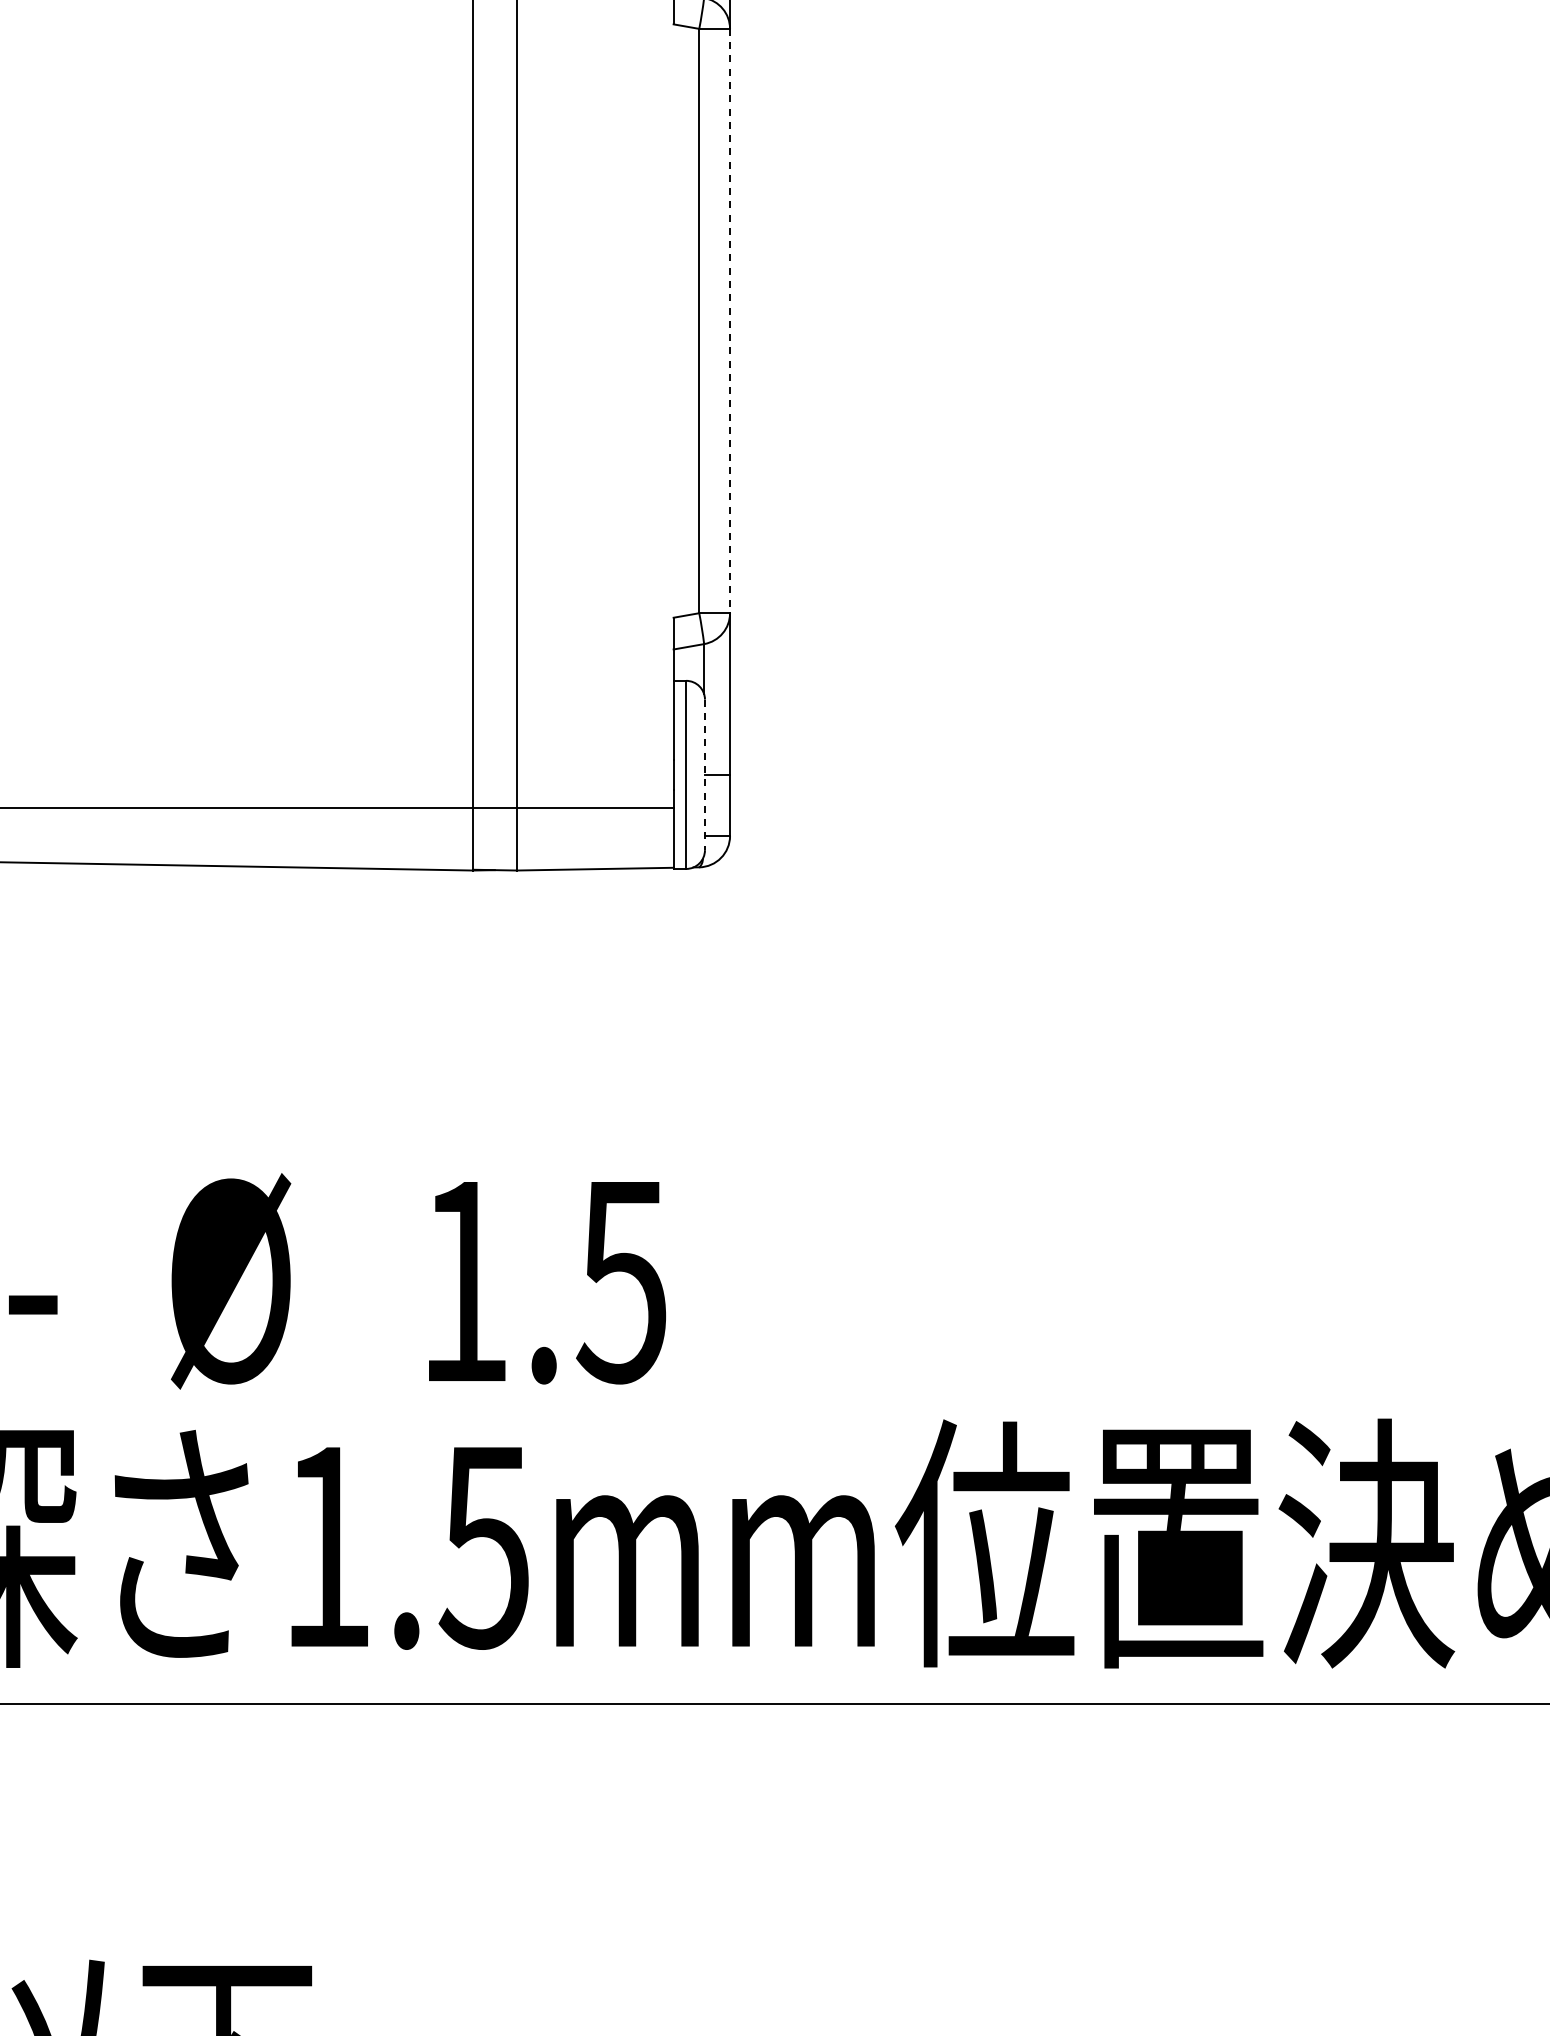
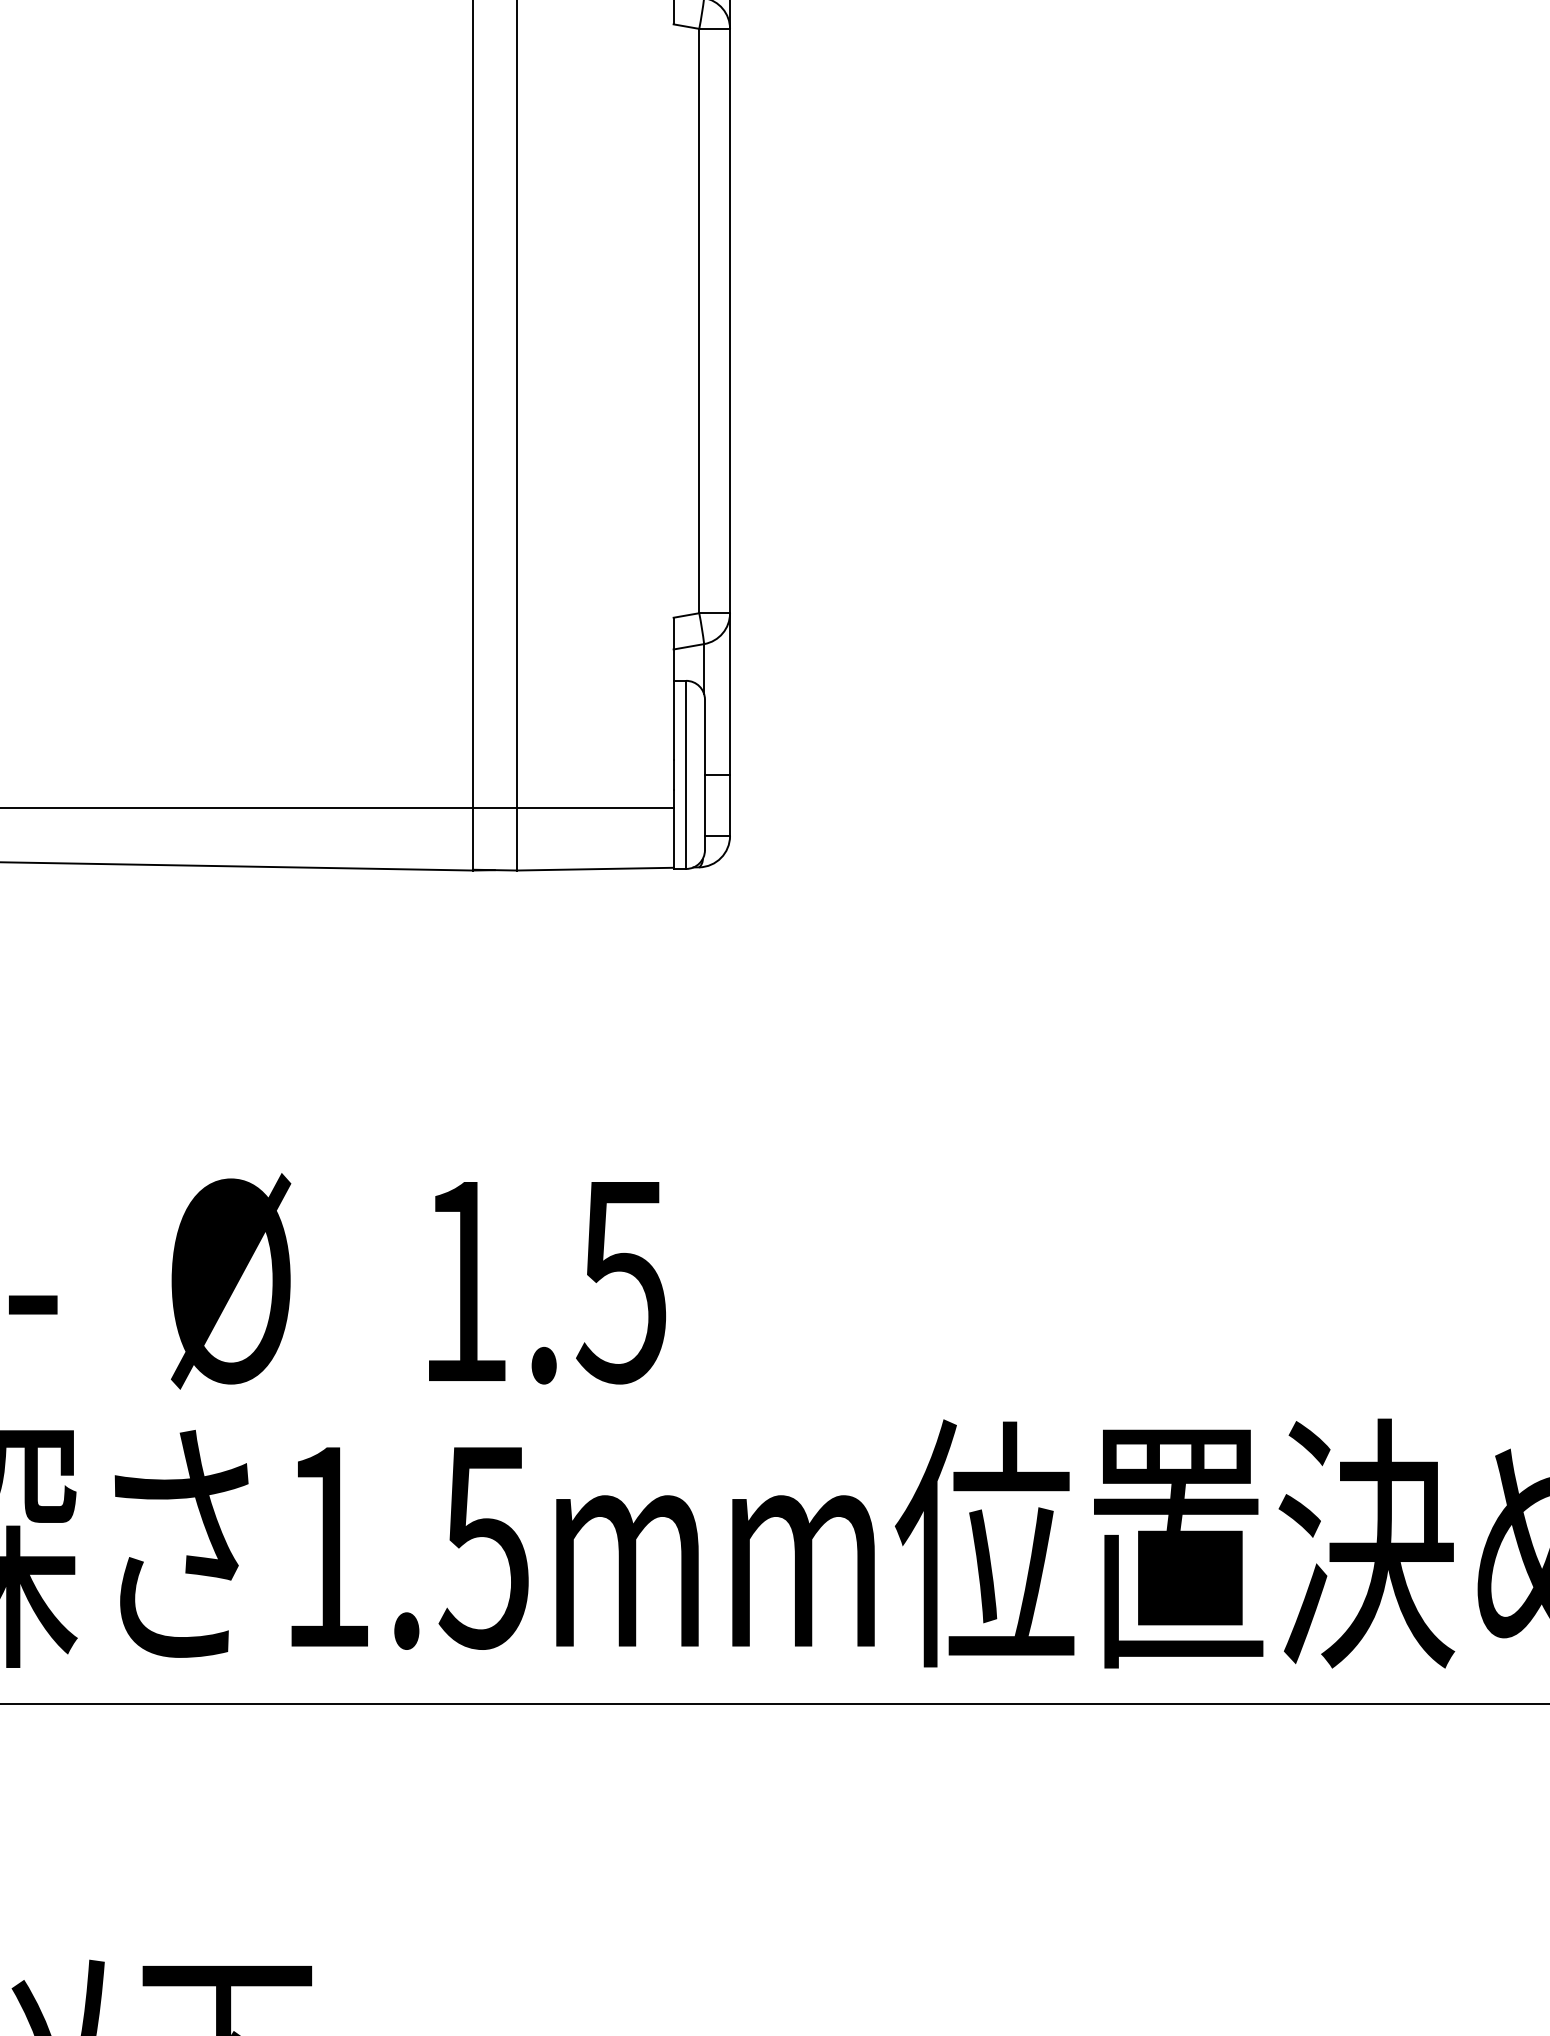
line at (730, 321): dashed -> solid
line at (704, 775): dashed -> solid
